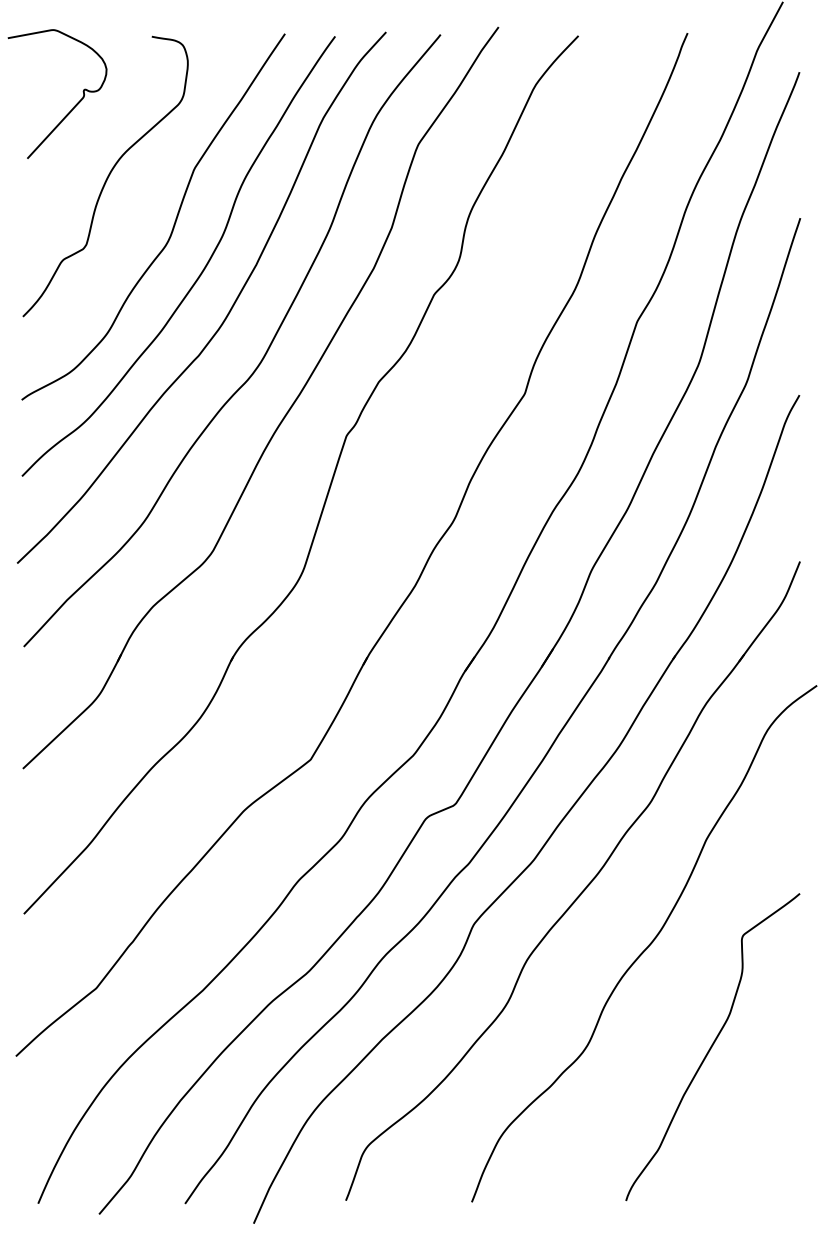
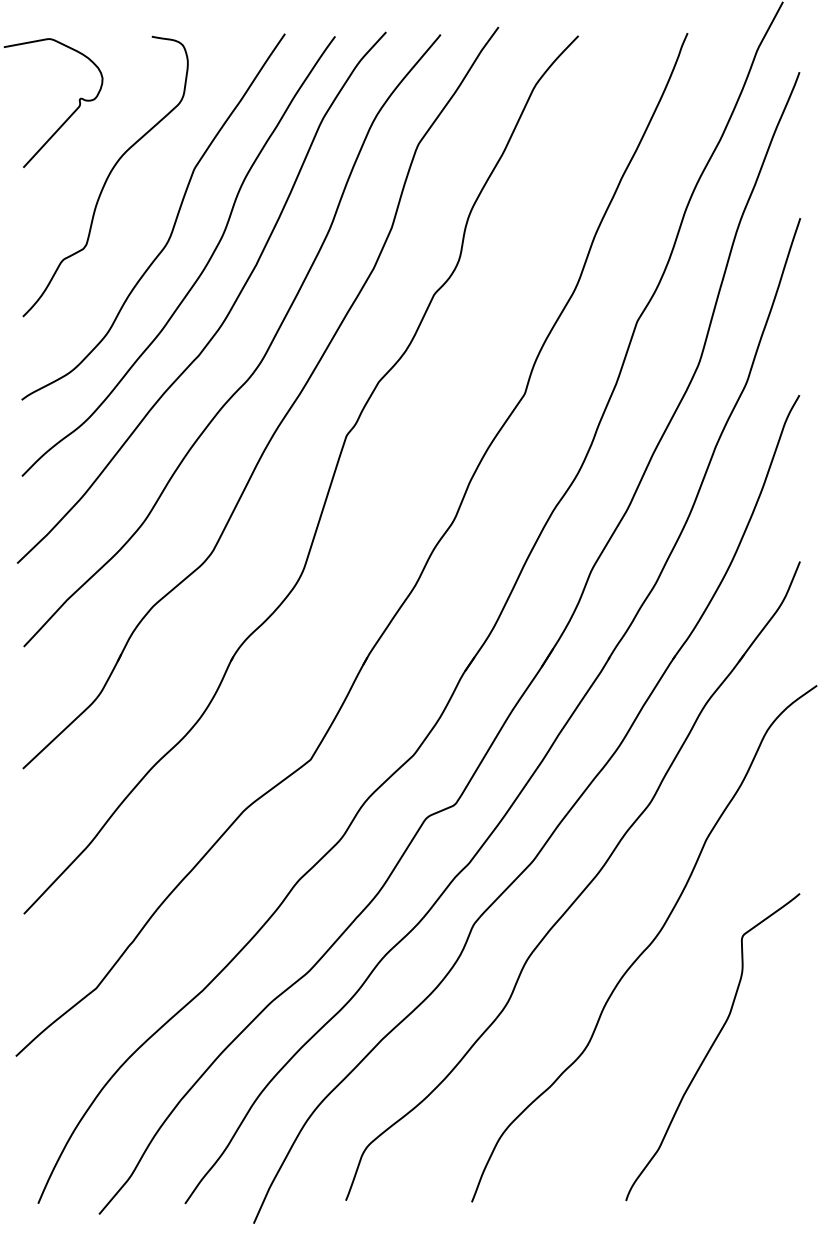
curve at (73, 106) position: (73, 106) -> (69, 115)
